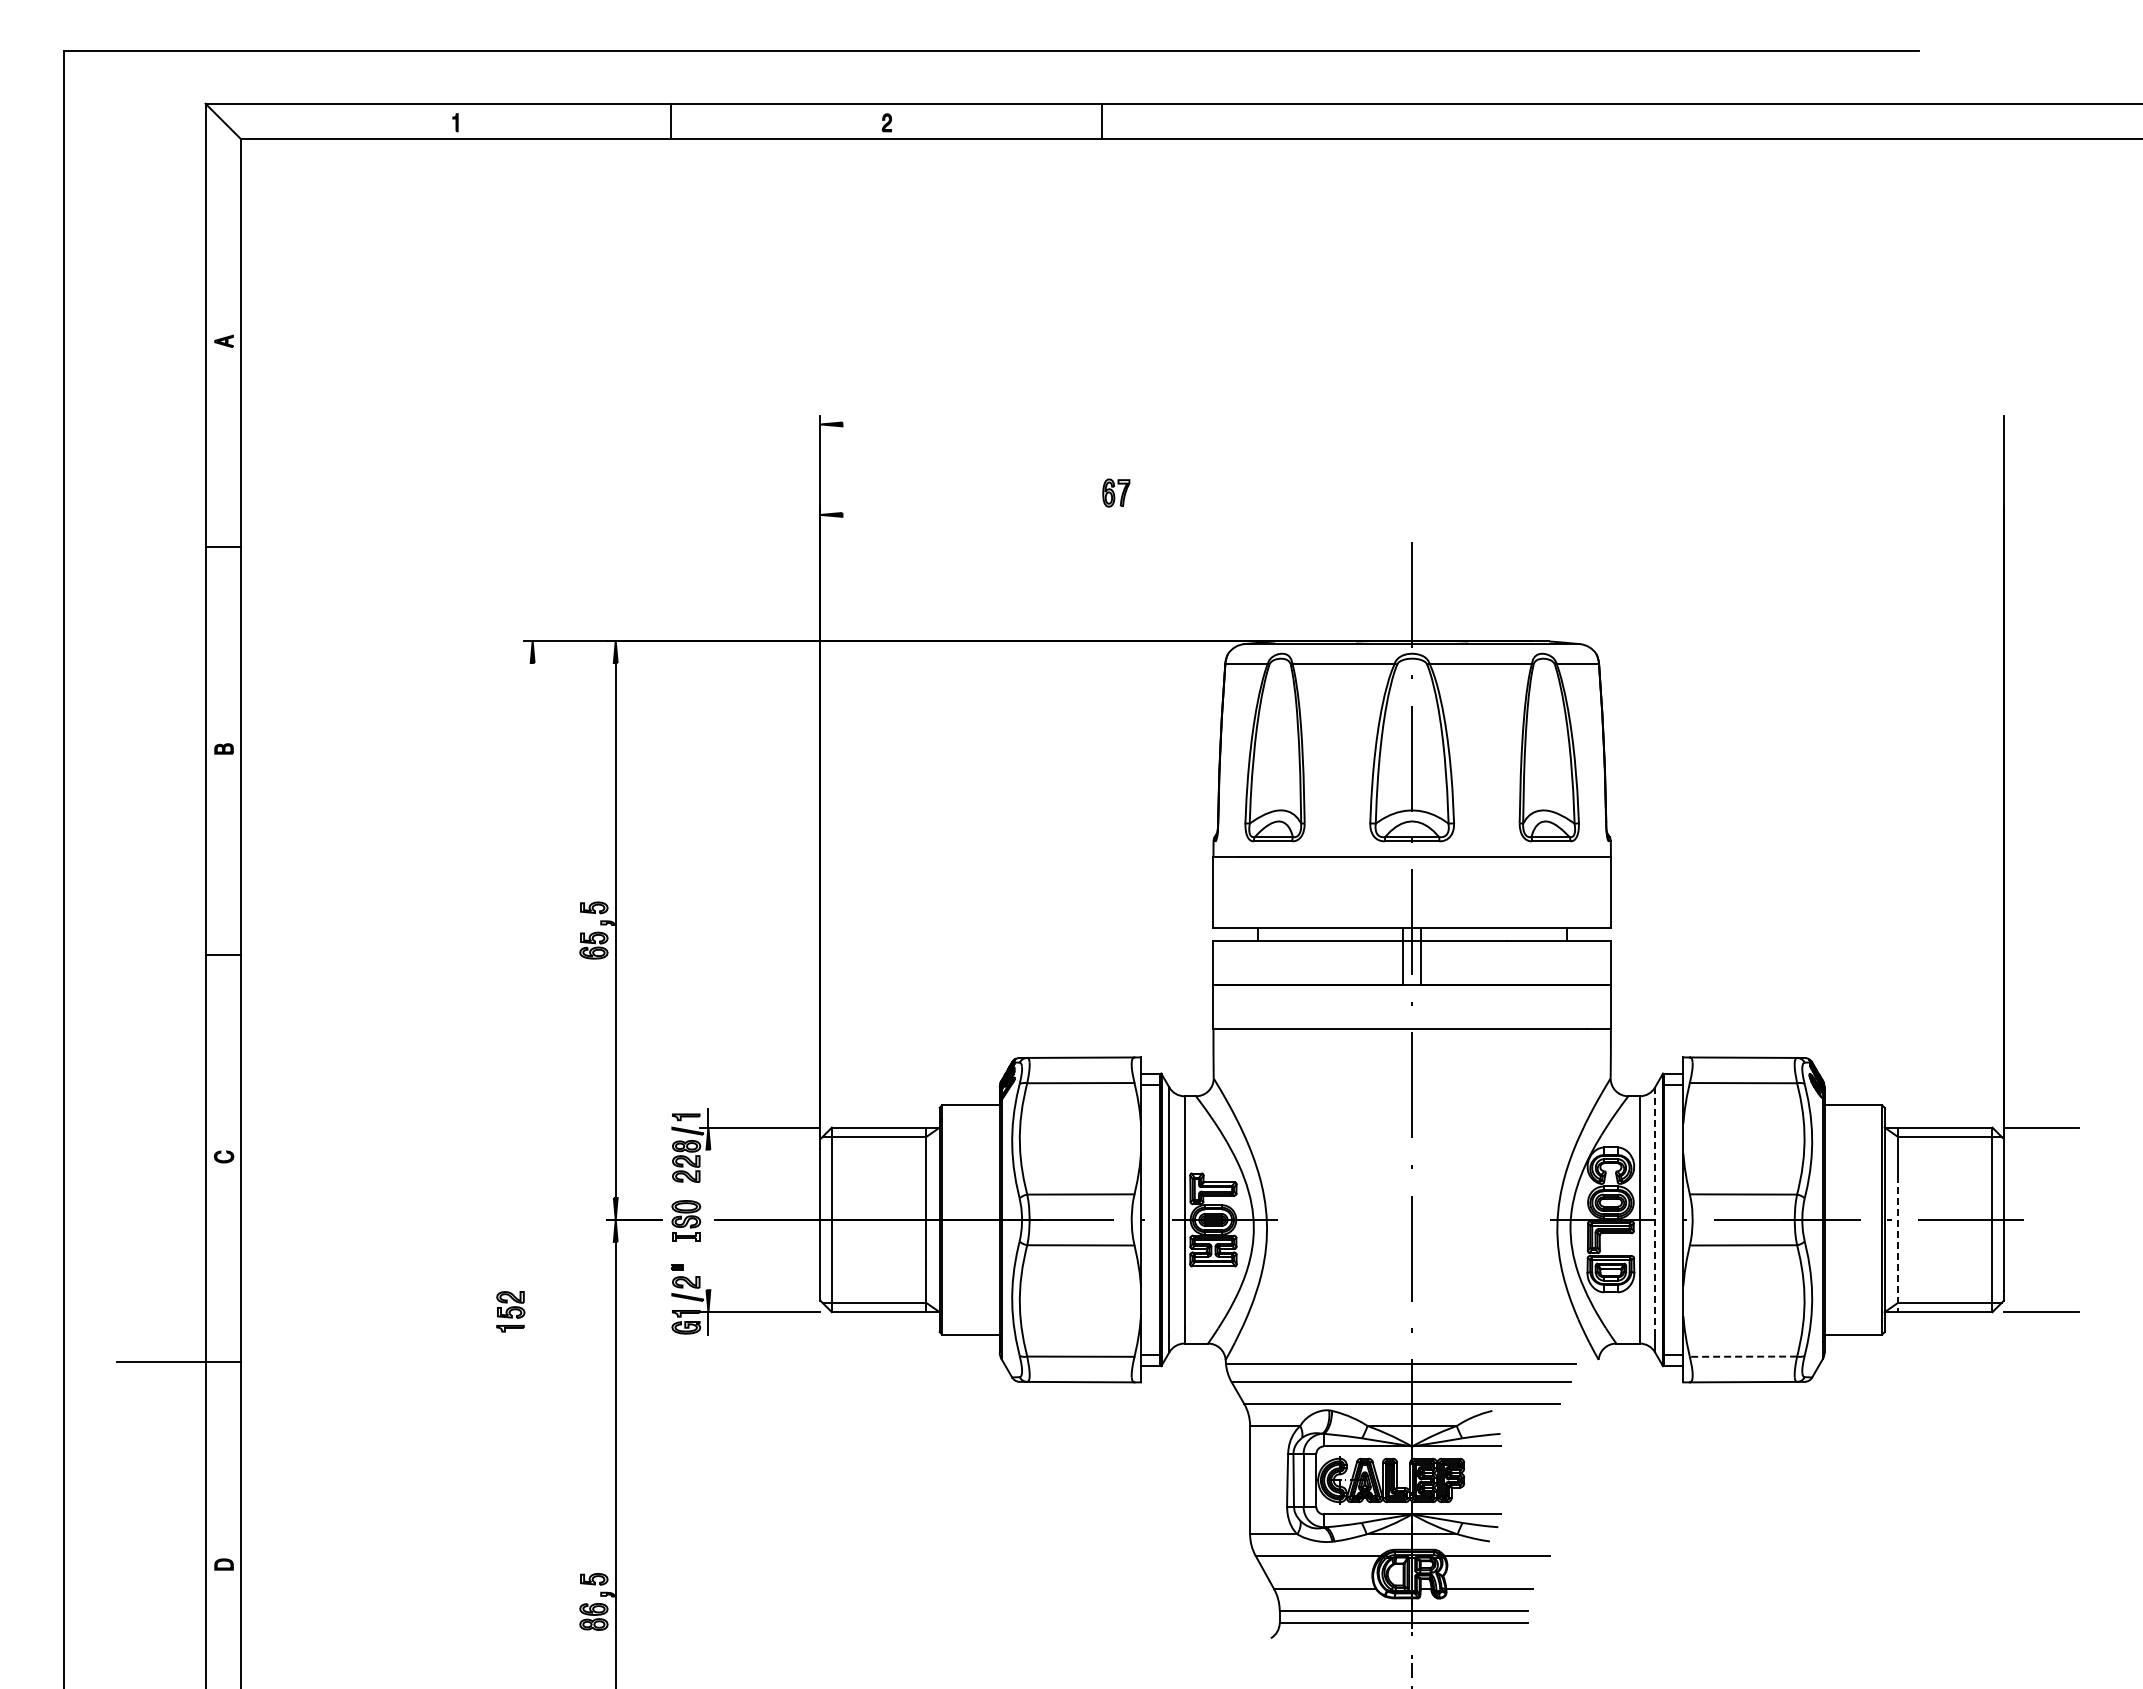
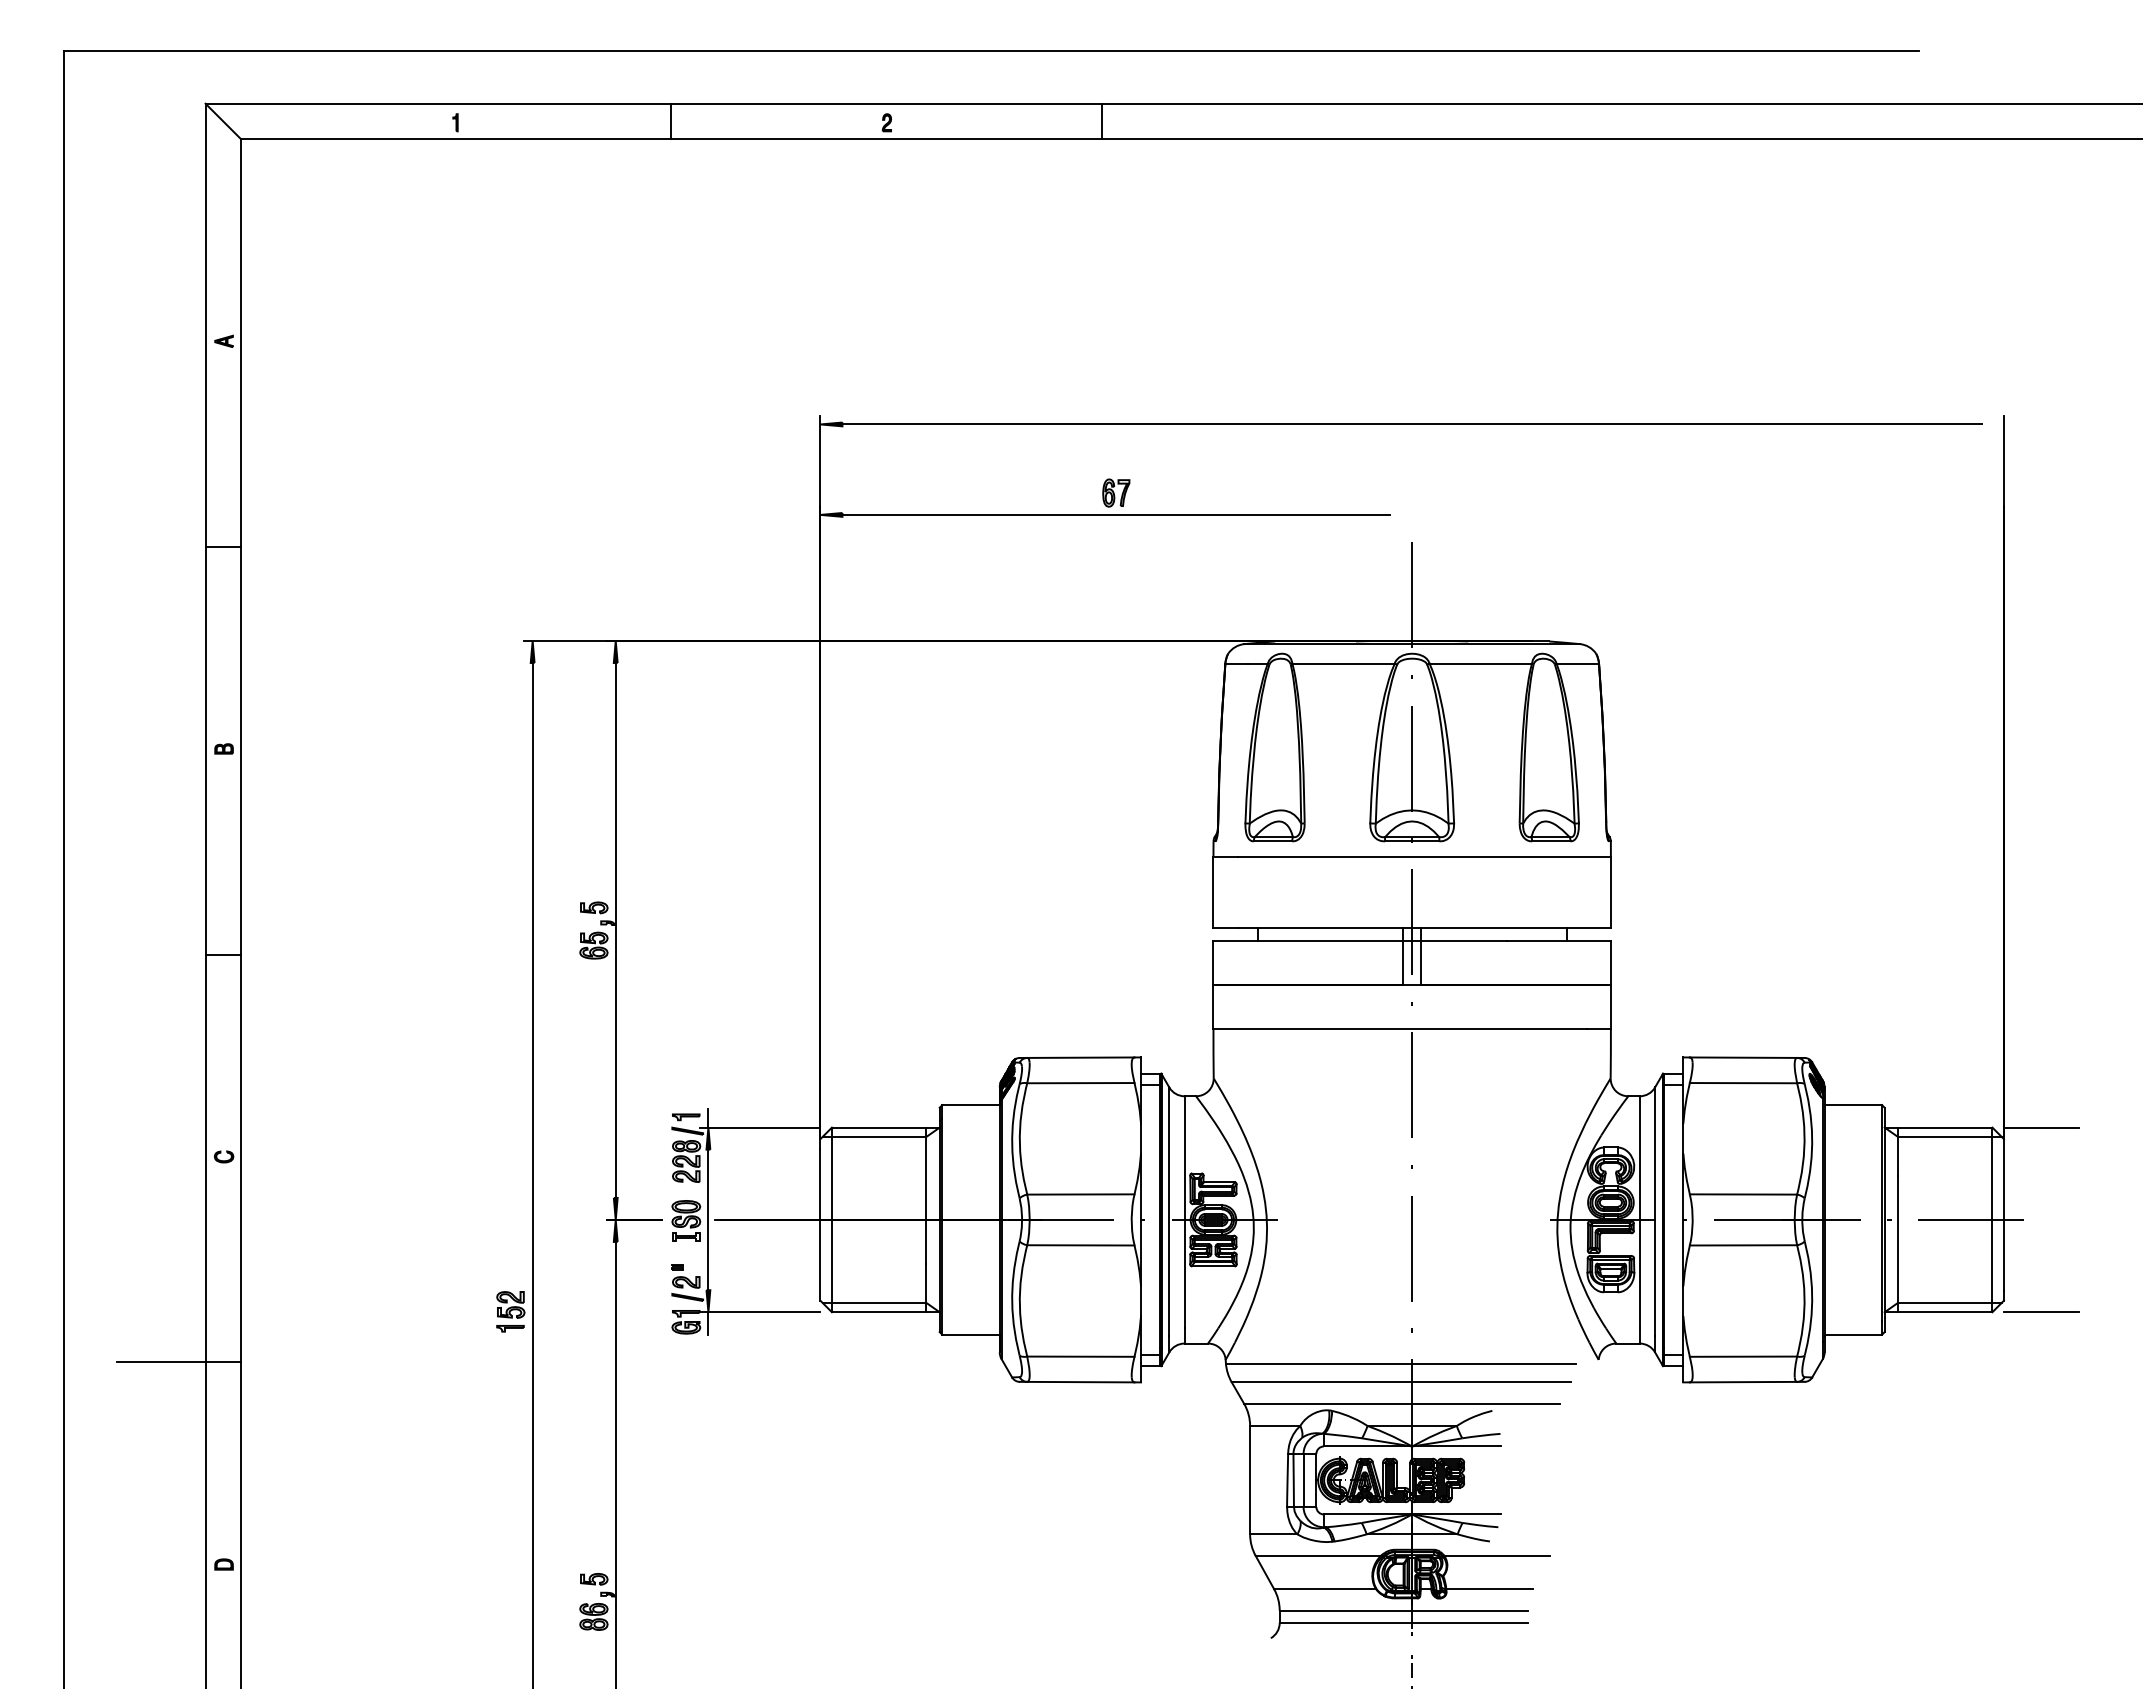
line at (1411, 424): none -> present
line at (1116, 514): none -> present
line at (532, 1173): none -> present
line at (1655, 1212): dashed -> solid
line at (708, 1219): none -> present
line at (1897, 1244): dashed -> solid
line at (1743, 1356): dashed -> solid
